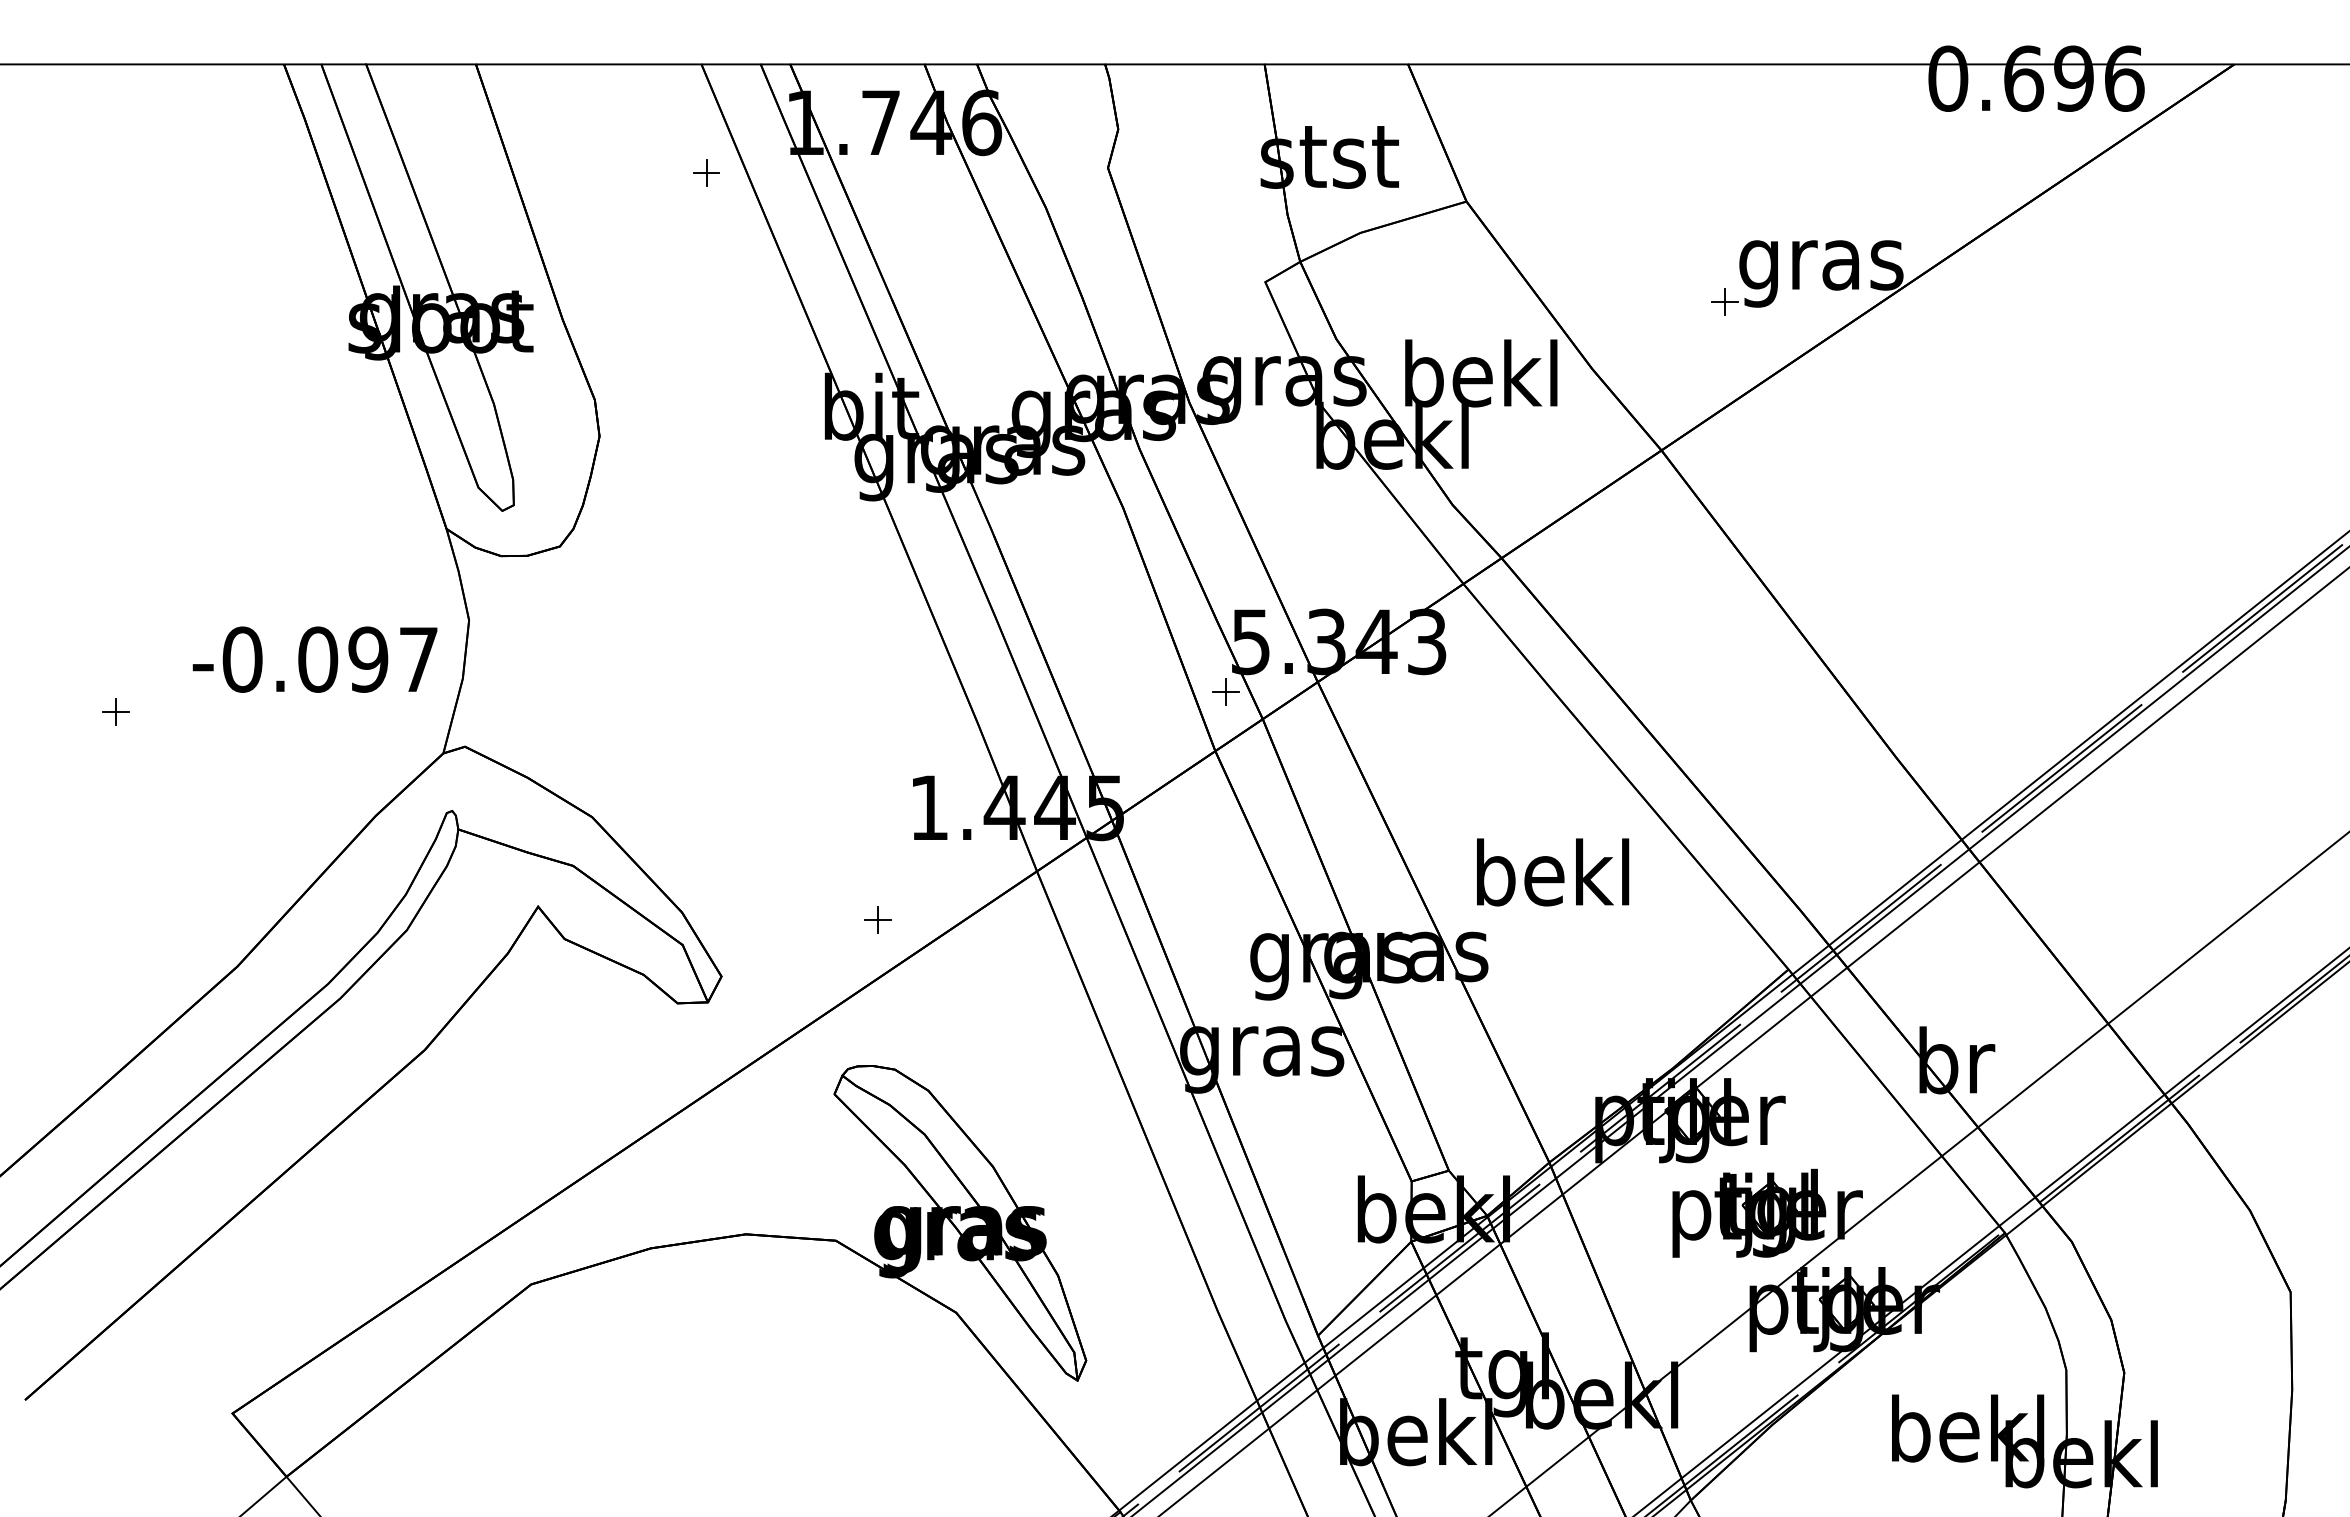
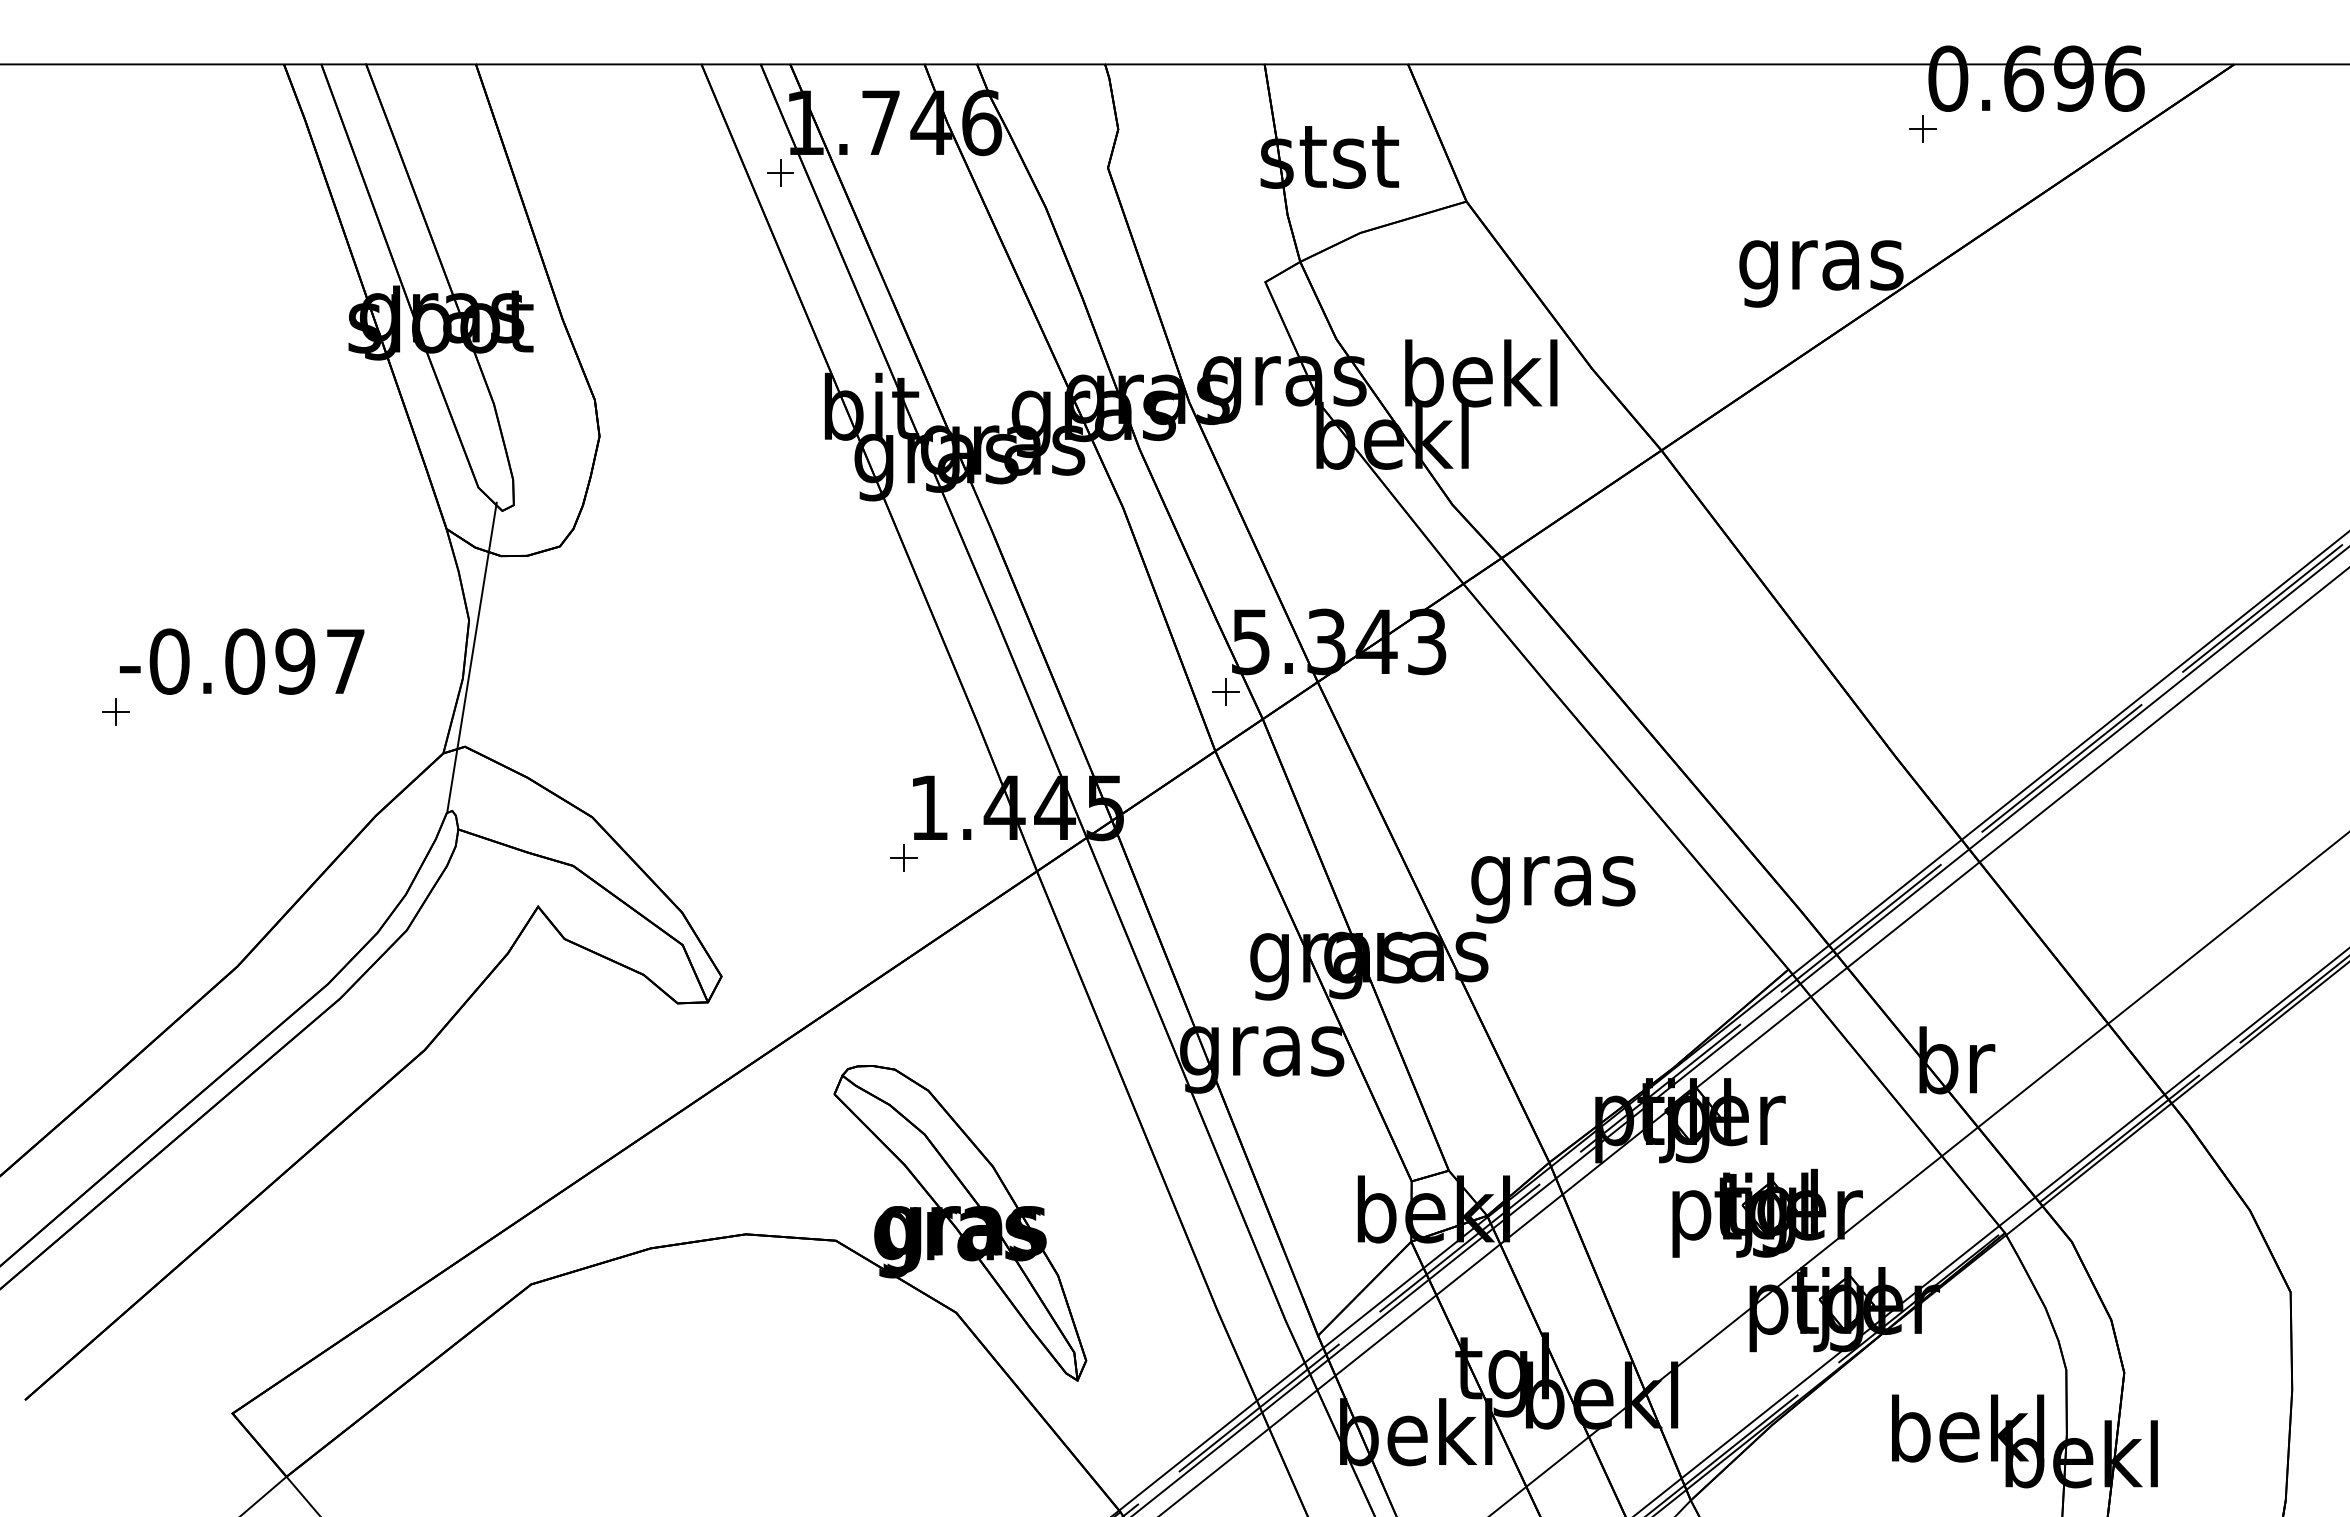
part at (706, 172) position: (706, 172) -> (780, 172)
part at (1724, 301) position: (1724, 301) -> (1922, 128)
line at (471, 656): none -> present
text at (314, 659) position: (314, 659) -> (241, 661)
text at (1553, 880): bekl -> gras
part at (877, 919) position: (877, 919) -> (903, 857)
